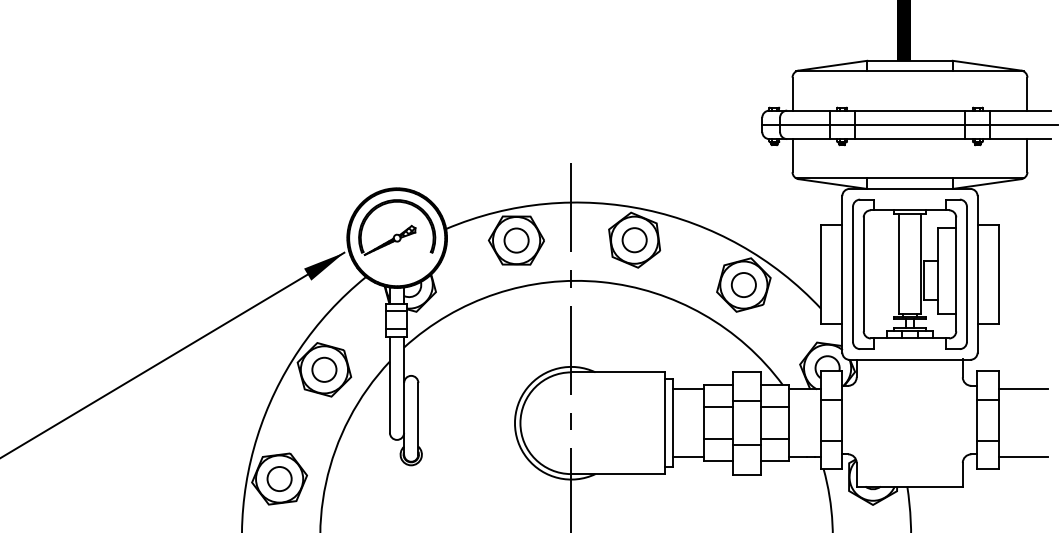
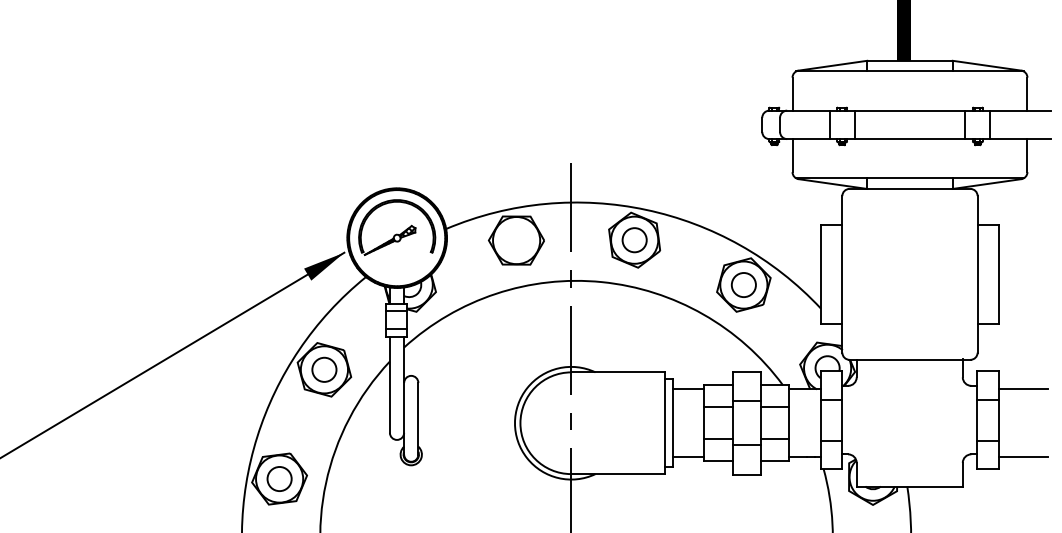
line at (909, 124): present -> none
circle at (516, 240): present -> none
part at (909, 273): present -> none
